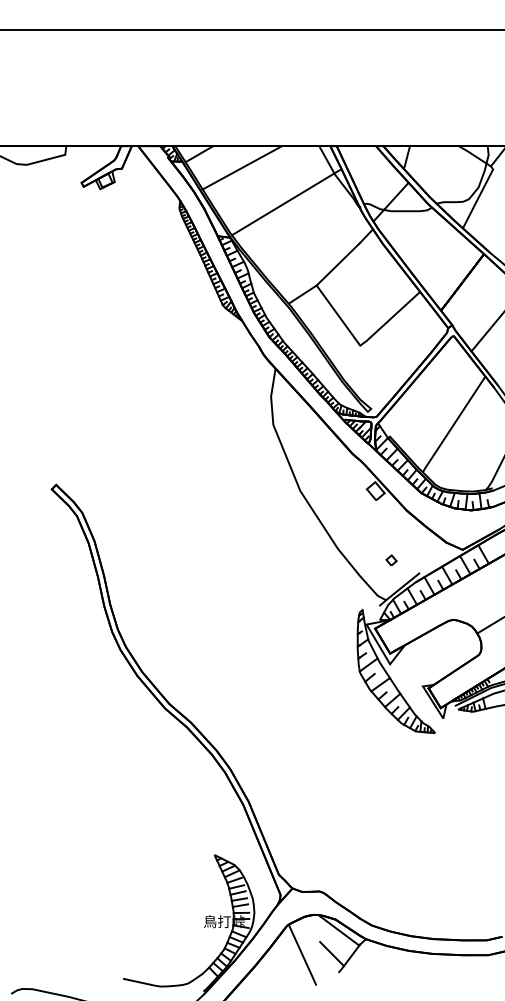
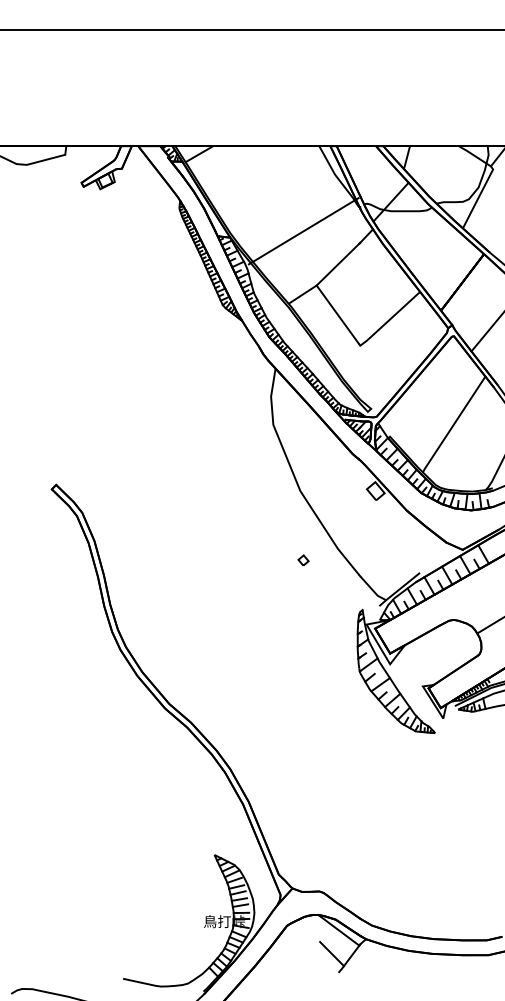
line at (241, 167): present -> none
line at (286, 202) position: (286, 202) -> (303, 231)
part at (391, 559) position: (391, 559) -> (303, 559)
line at (302, 954): present -> none
